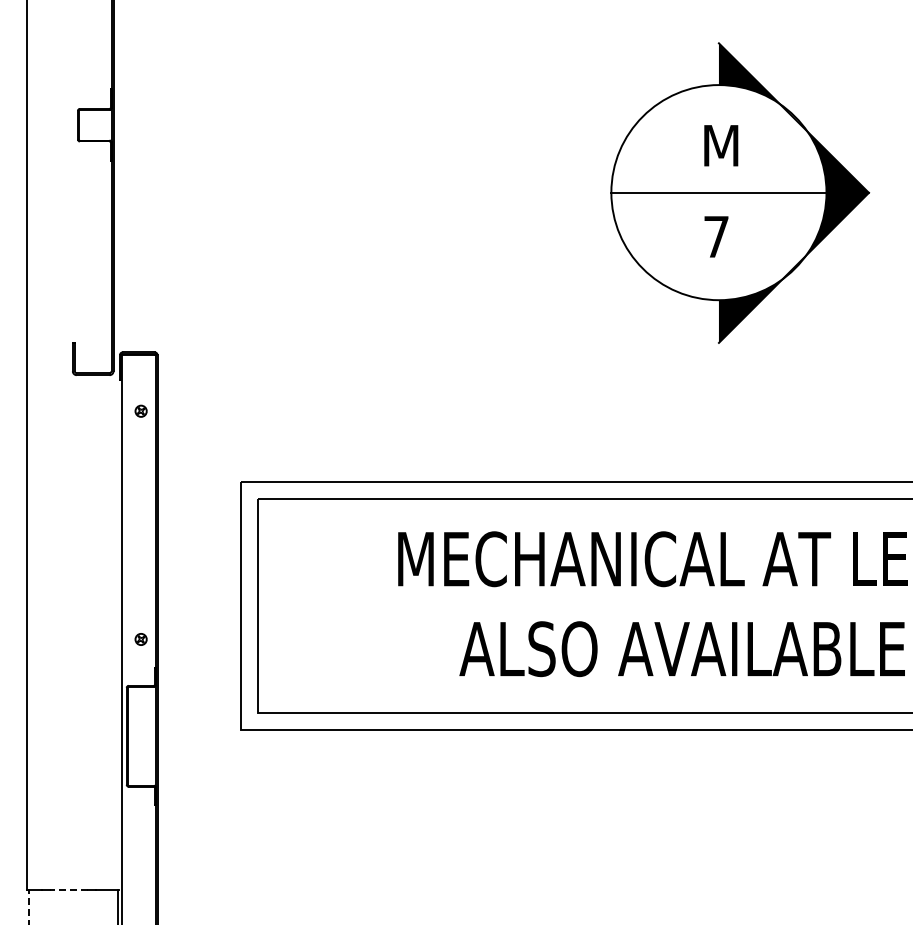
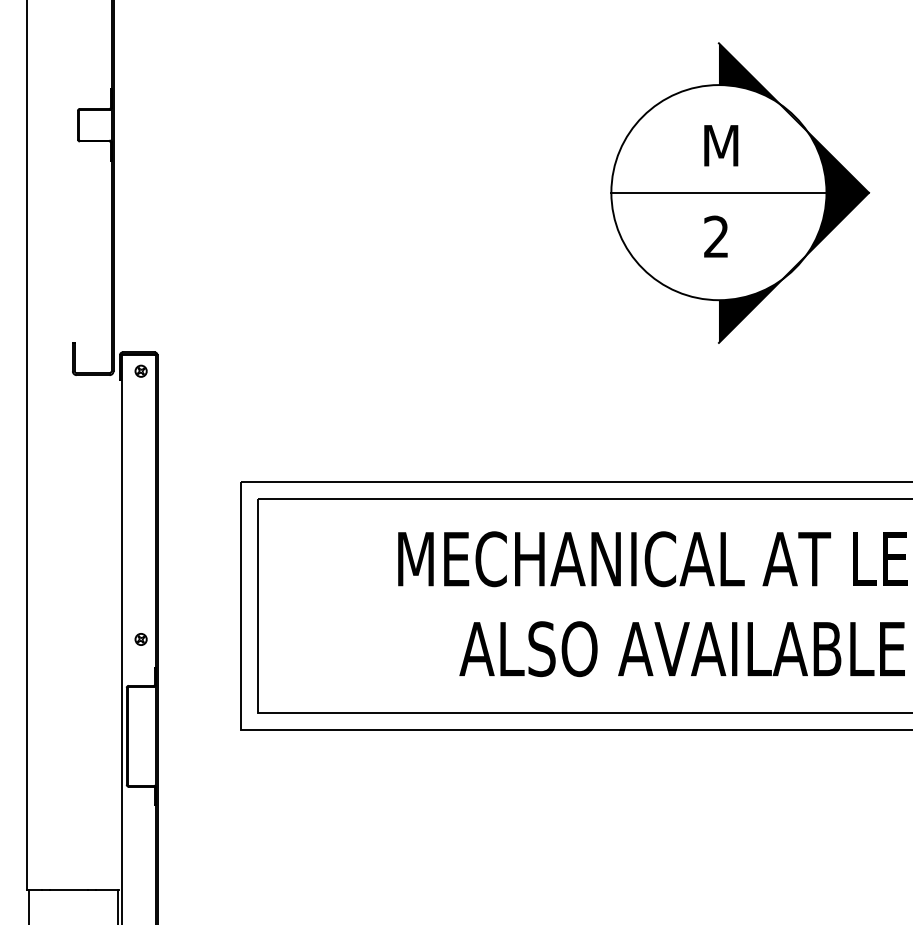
text at (716, 236): 7 -> 2
part at (140, 410) position: (140, 410) -> (140, 370)
line at (69, 889): dashed -> solid
line at (29, 906): dashed -> solid
